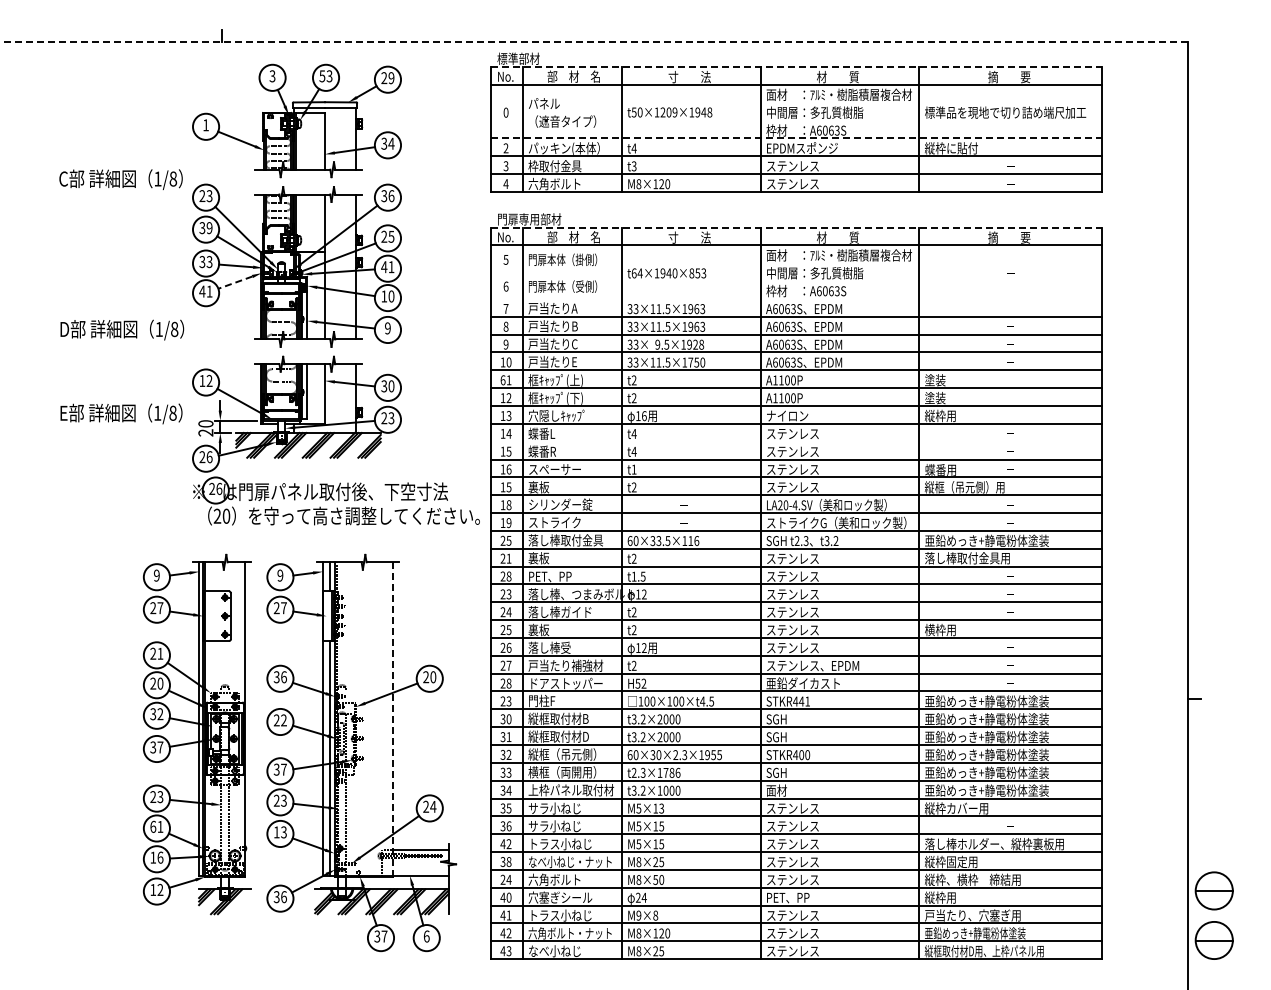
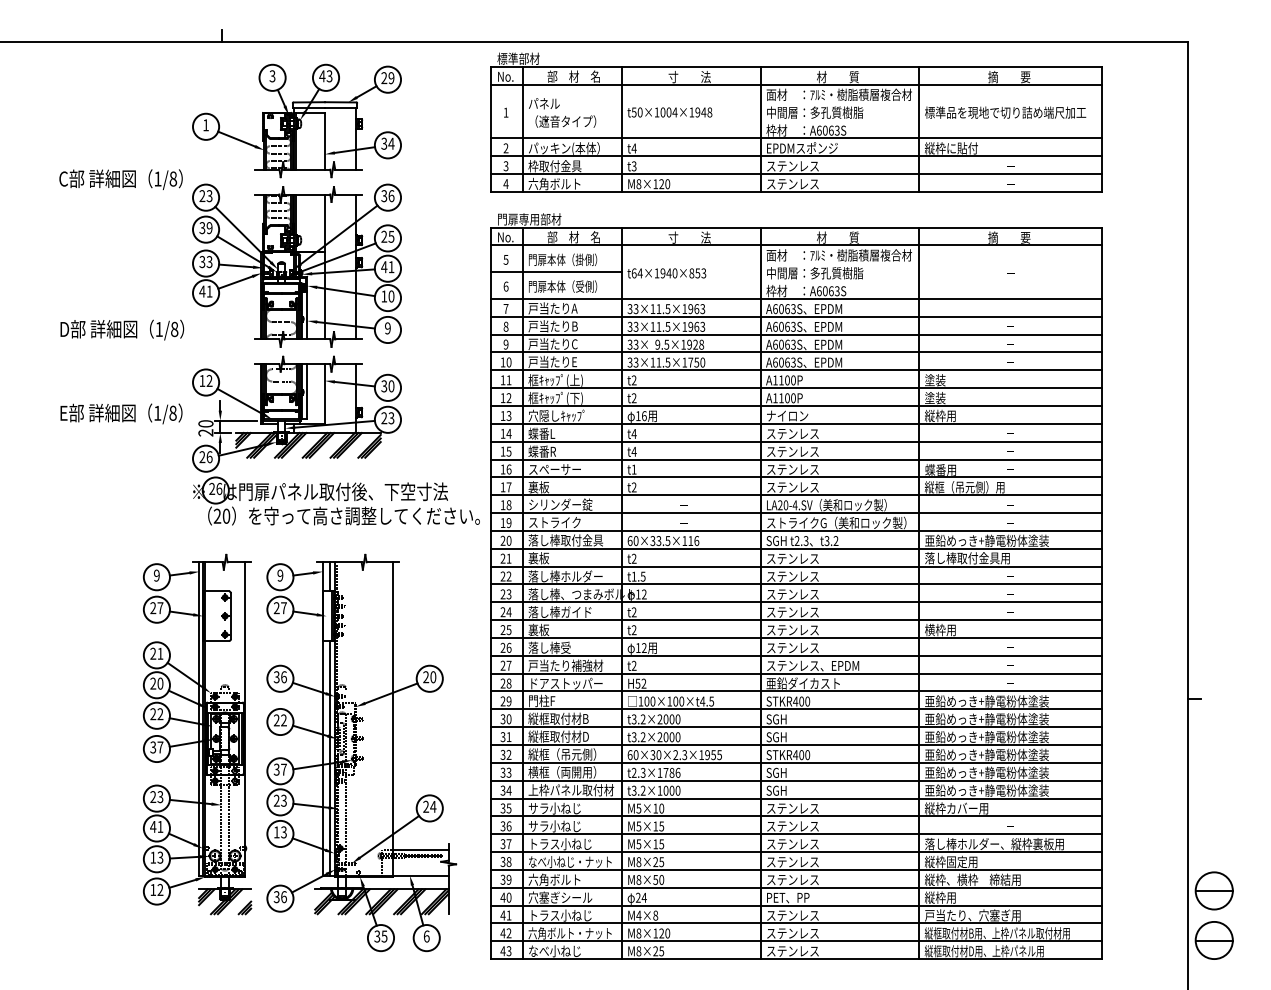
line at (594, 42): dashed -> solid
line at (796, 67): dashed -> solid
text at (322, 76): 53 -> 43
text at (505, 112): 0 -> 1
text at (668, 112): t50×1209×1948 -> t50×1004×1948
line at (796, 138): dashed -> solid
line at (796, 227): dashed -> solid
line at (555, 272): none -> present
line at (234, 282): dashed -> solid
line at (795, 298): none -> present
text at (502, 380): 61 -> 11
line at (795, 441): none -> present
text at (508, 487): 15 -> 17
text at (508, 540): 25 -> 20
text at (508, 576): 28 -> 22
text at (565, 576): PET、PP -> 落し棒ホルダー
text at (508, 701): 23 -> 29
text at (804, 701): STKR441 -> STKR400
text at (153, 714): 32 -> 22
line at (392, 719): dashed -> solid
text at (776, 790): 面材 -> SGH
text at (661, 808): M5×13 -> M5×10
text at (153, 826): 61 -> 41
text at (505, 844): 42 -> 37
text at (160, 857): 16 -> 13
text at (505, 879): 24 -> 39
part at (244, 907): none -> present
text at (638, 915): M9×8 -> M4×8
text at (996, 933): 亜鉛めっき+静電粉体塗装 -> 縦框取付材B用、上枠パネル取付材用
text at (384, 936): 37 -> 35
